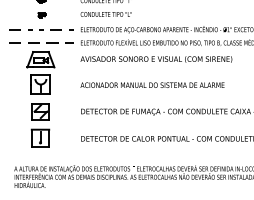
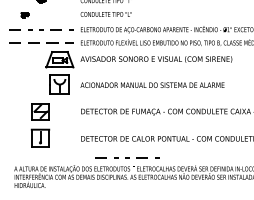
part at (41, 15) position: (41, 15) -> (24, 15)
part at (40, 72) position: (40, 72) -> (59, 72)
line at (127, 157): none -> present
